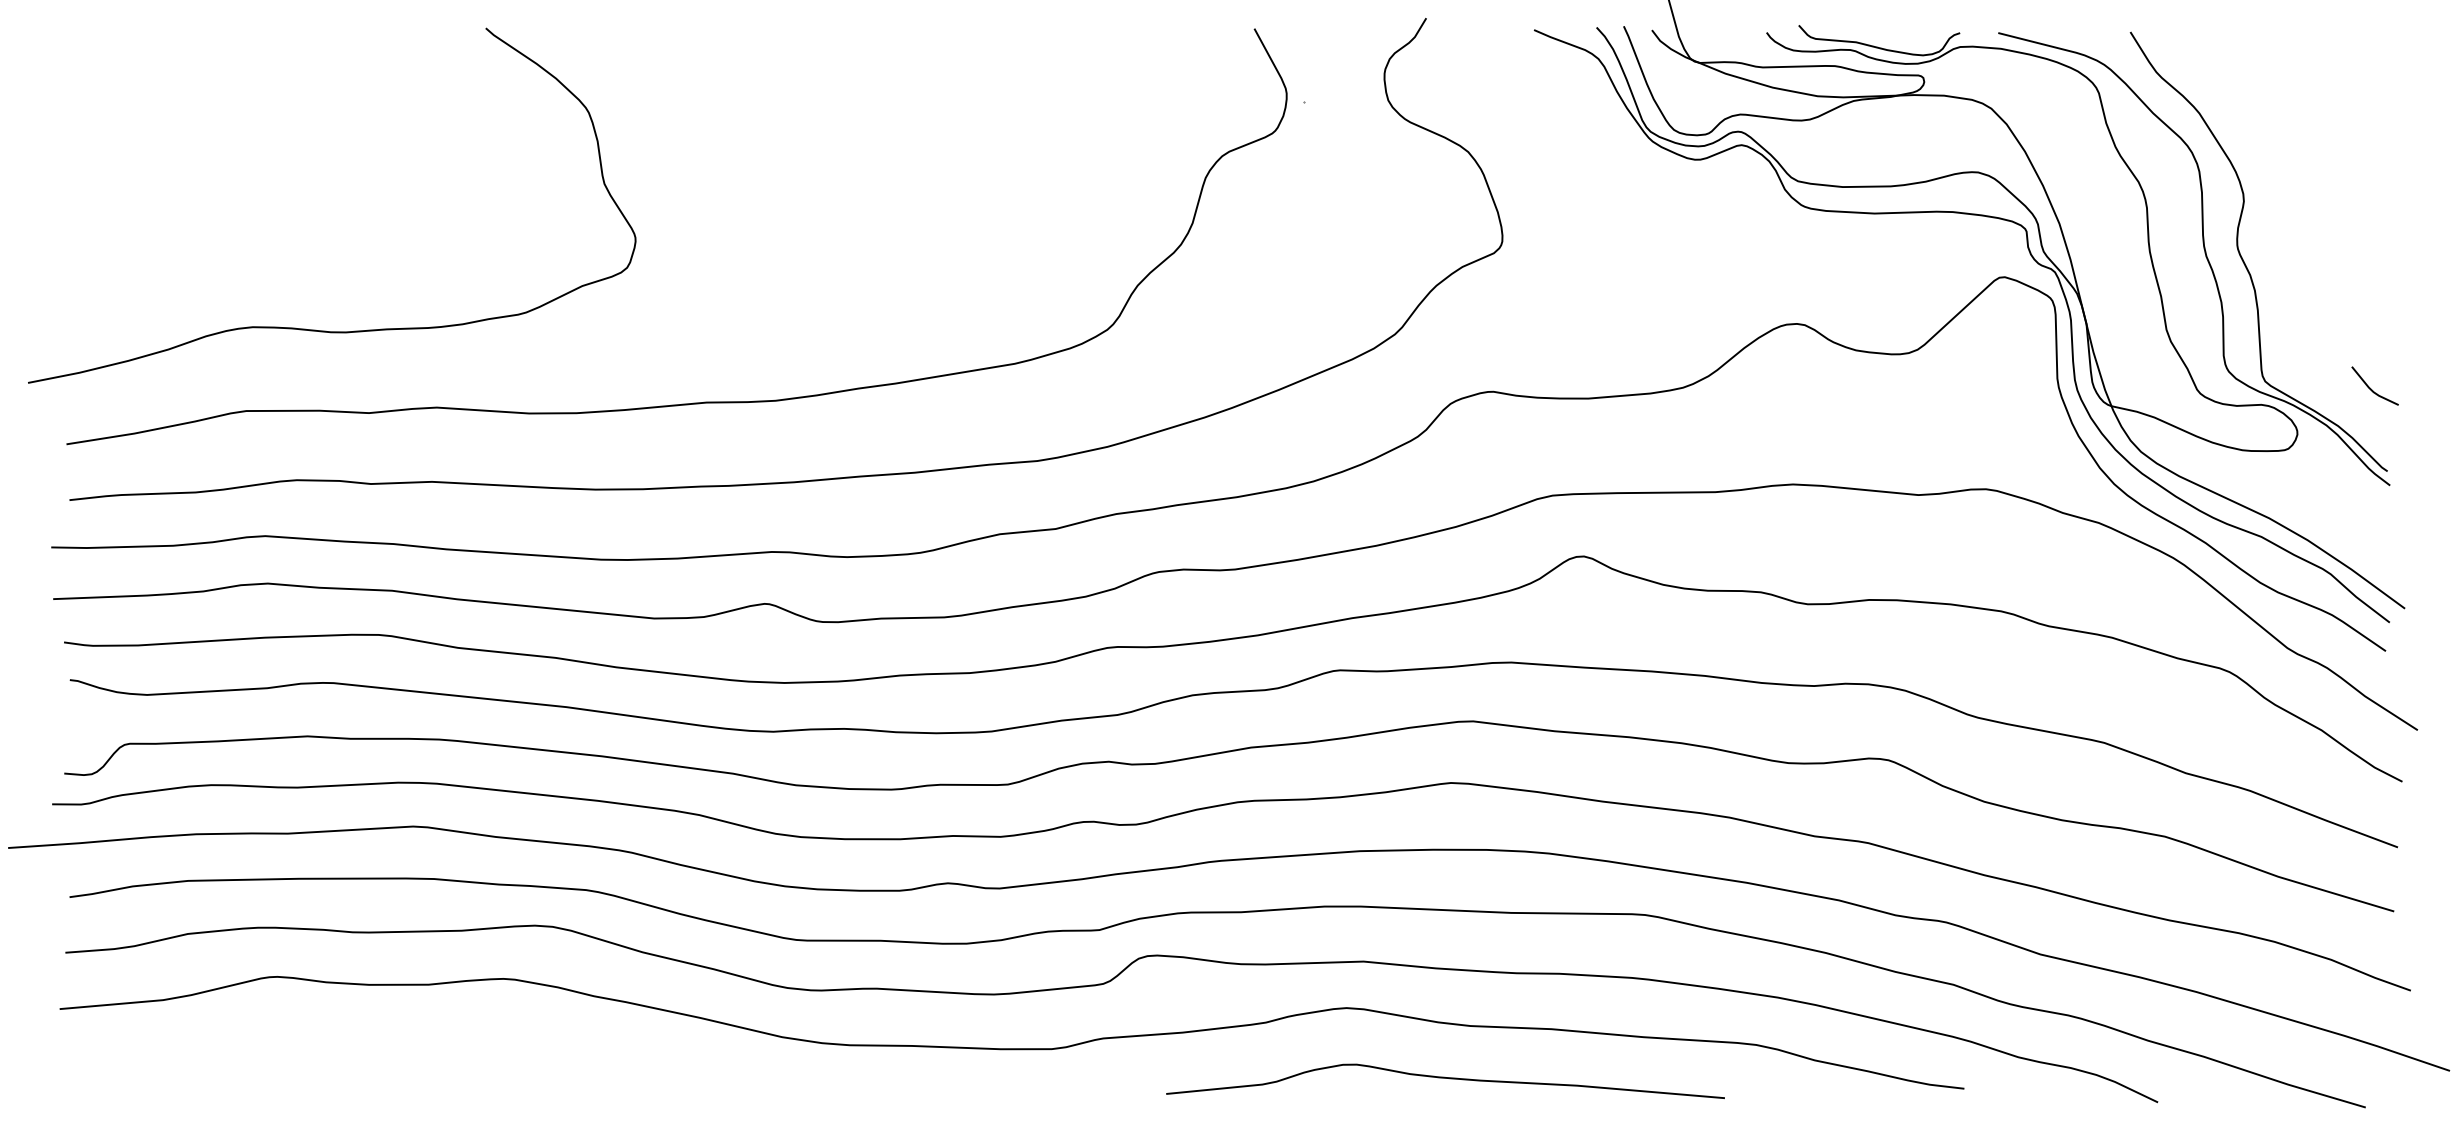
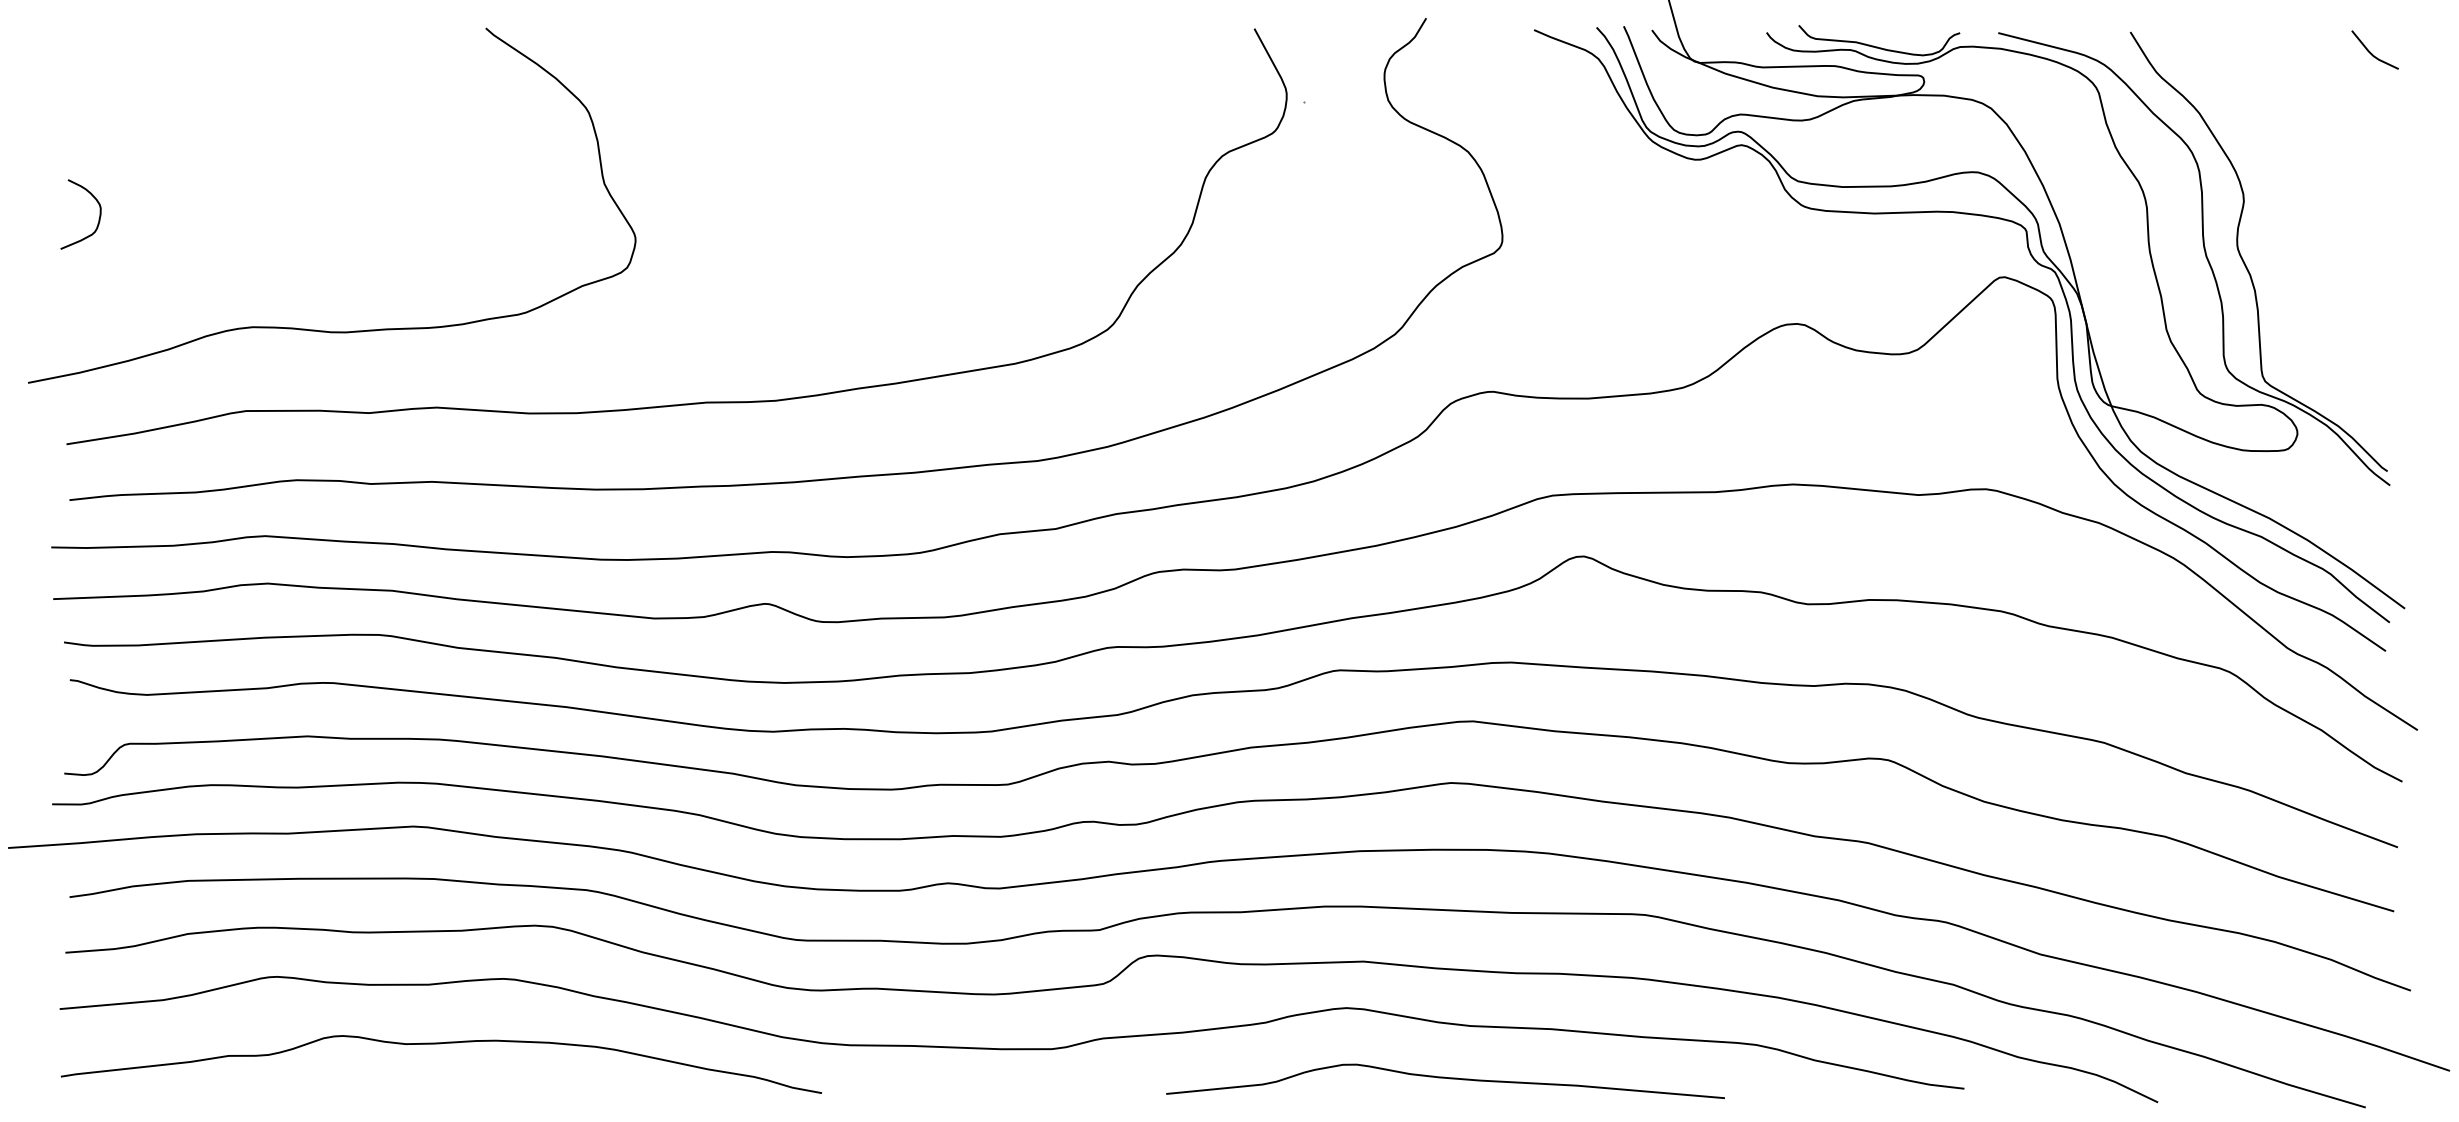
curve at (98, 218): none -> present
line at (2371, 388) position: (2371, 388) -> (2371, 52)
curve at (440, 1044): none -> present
